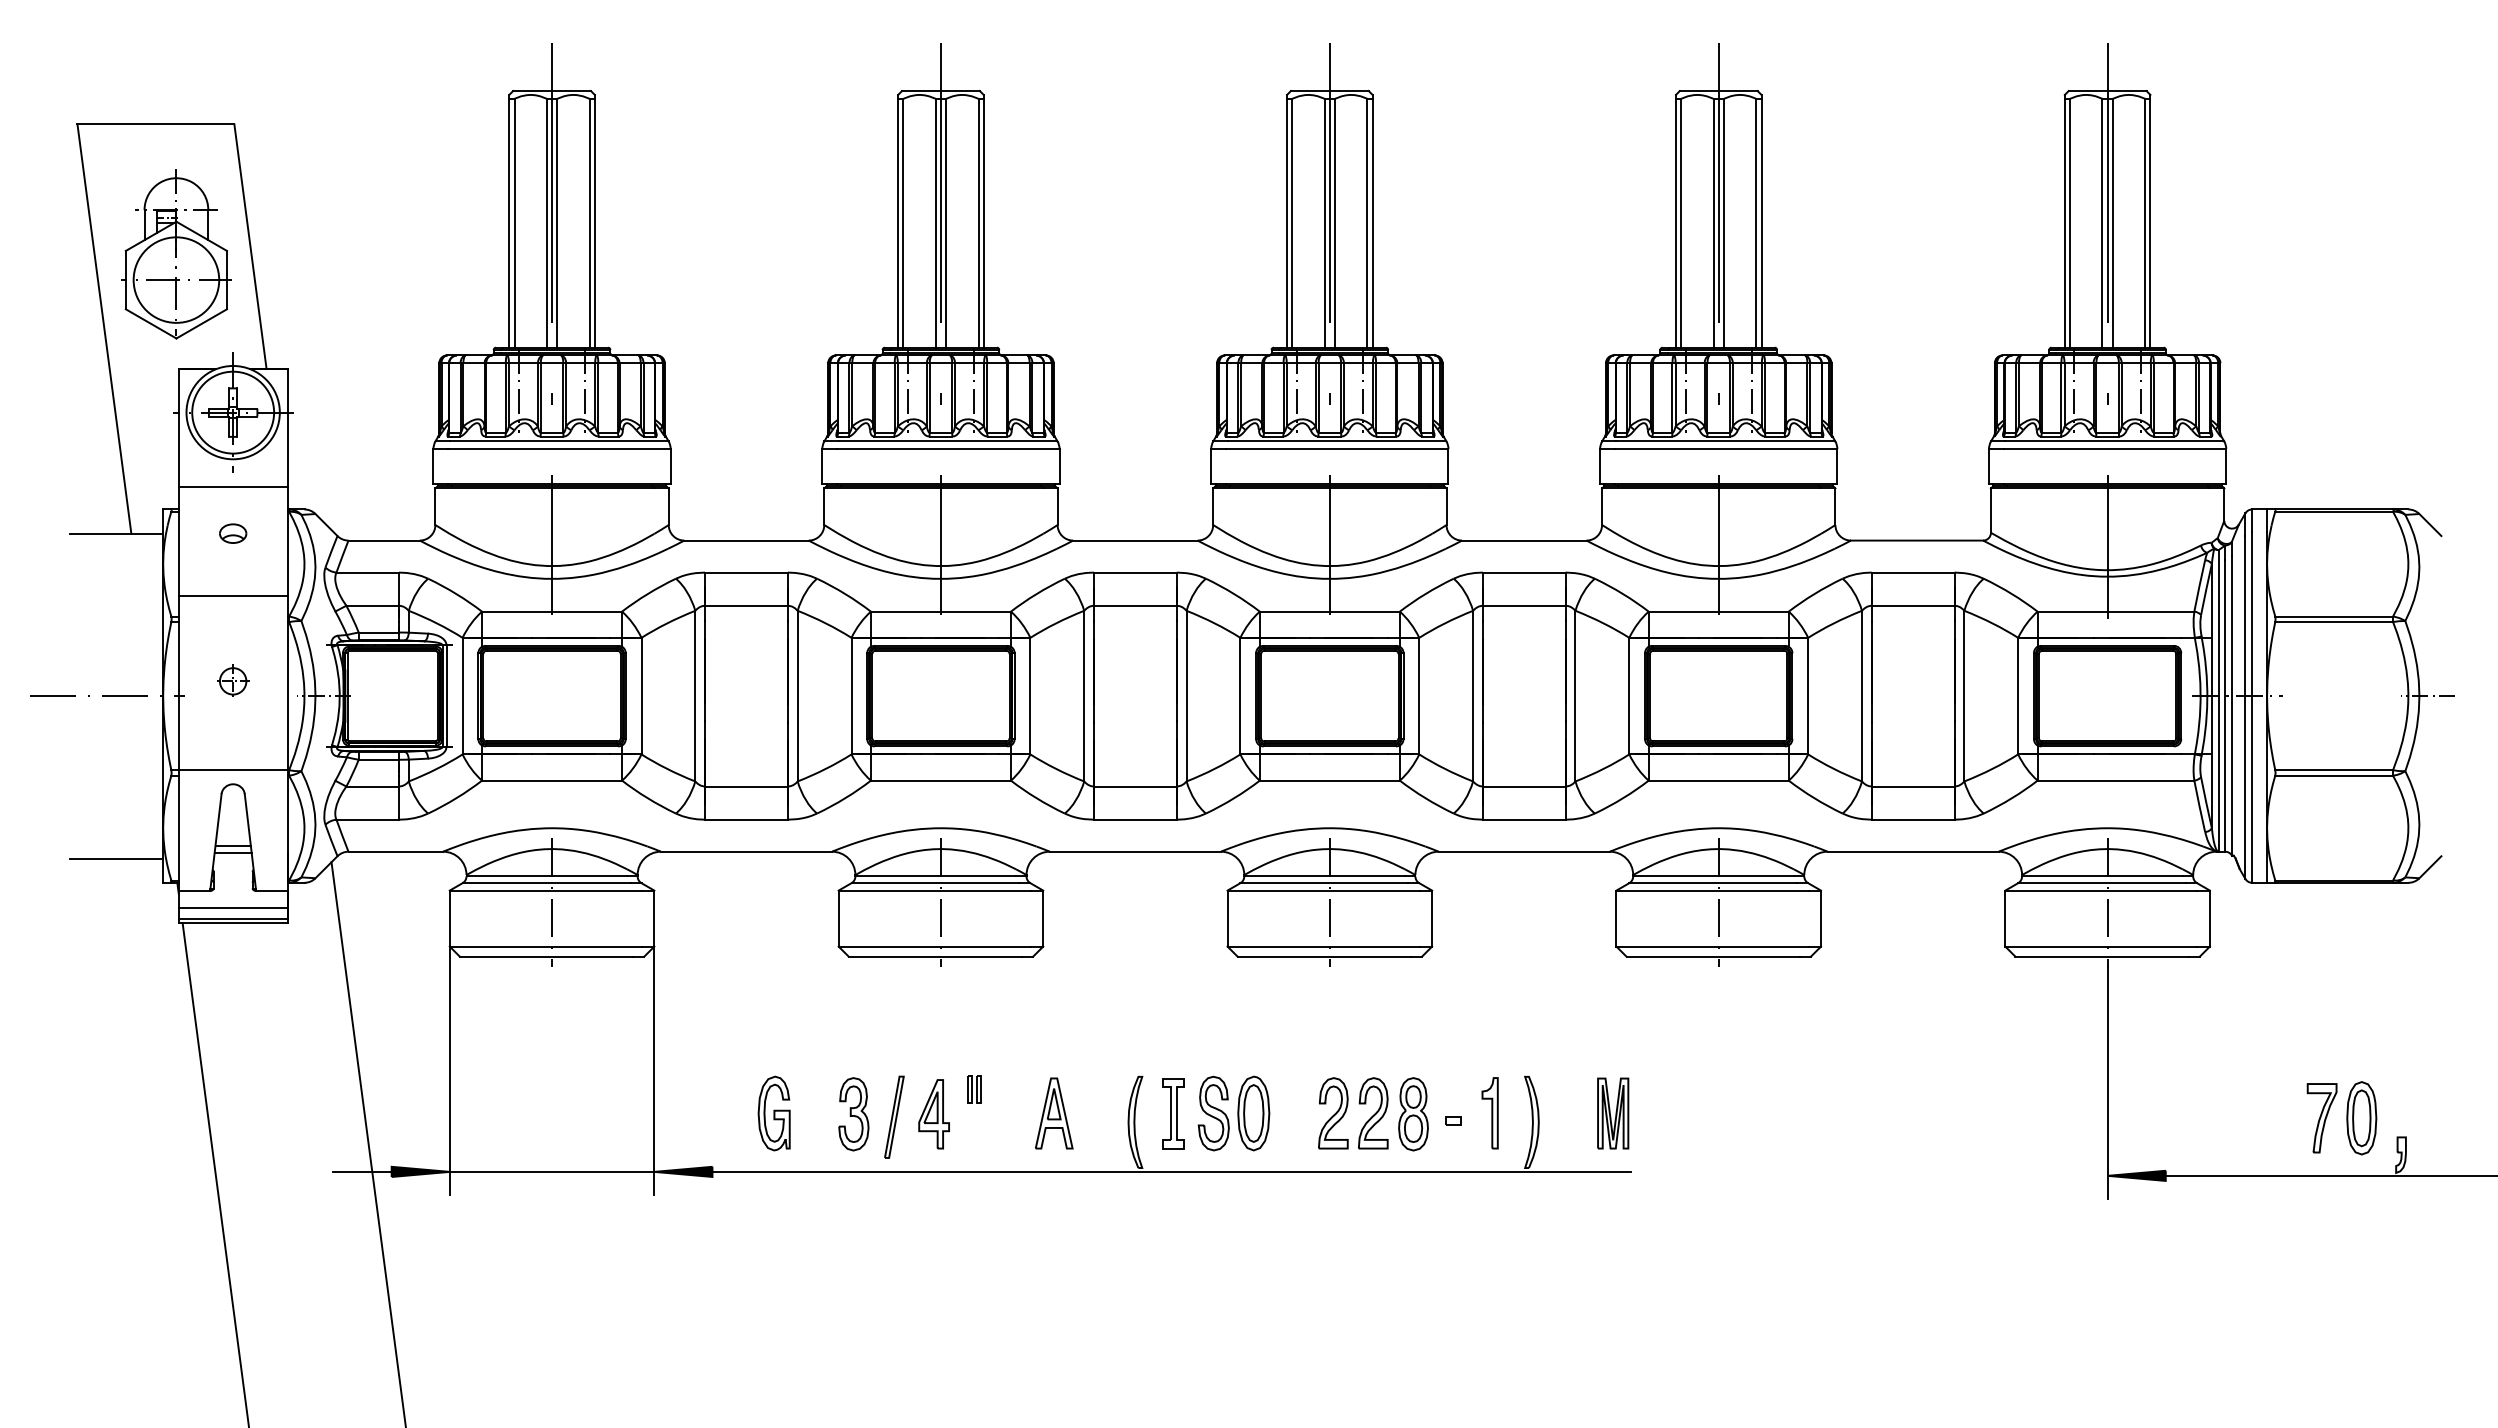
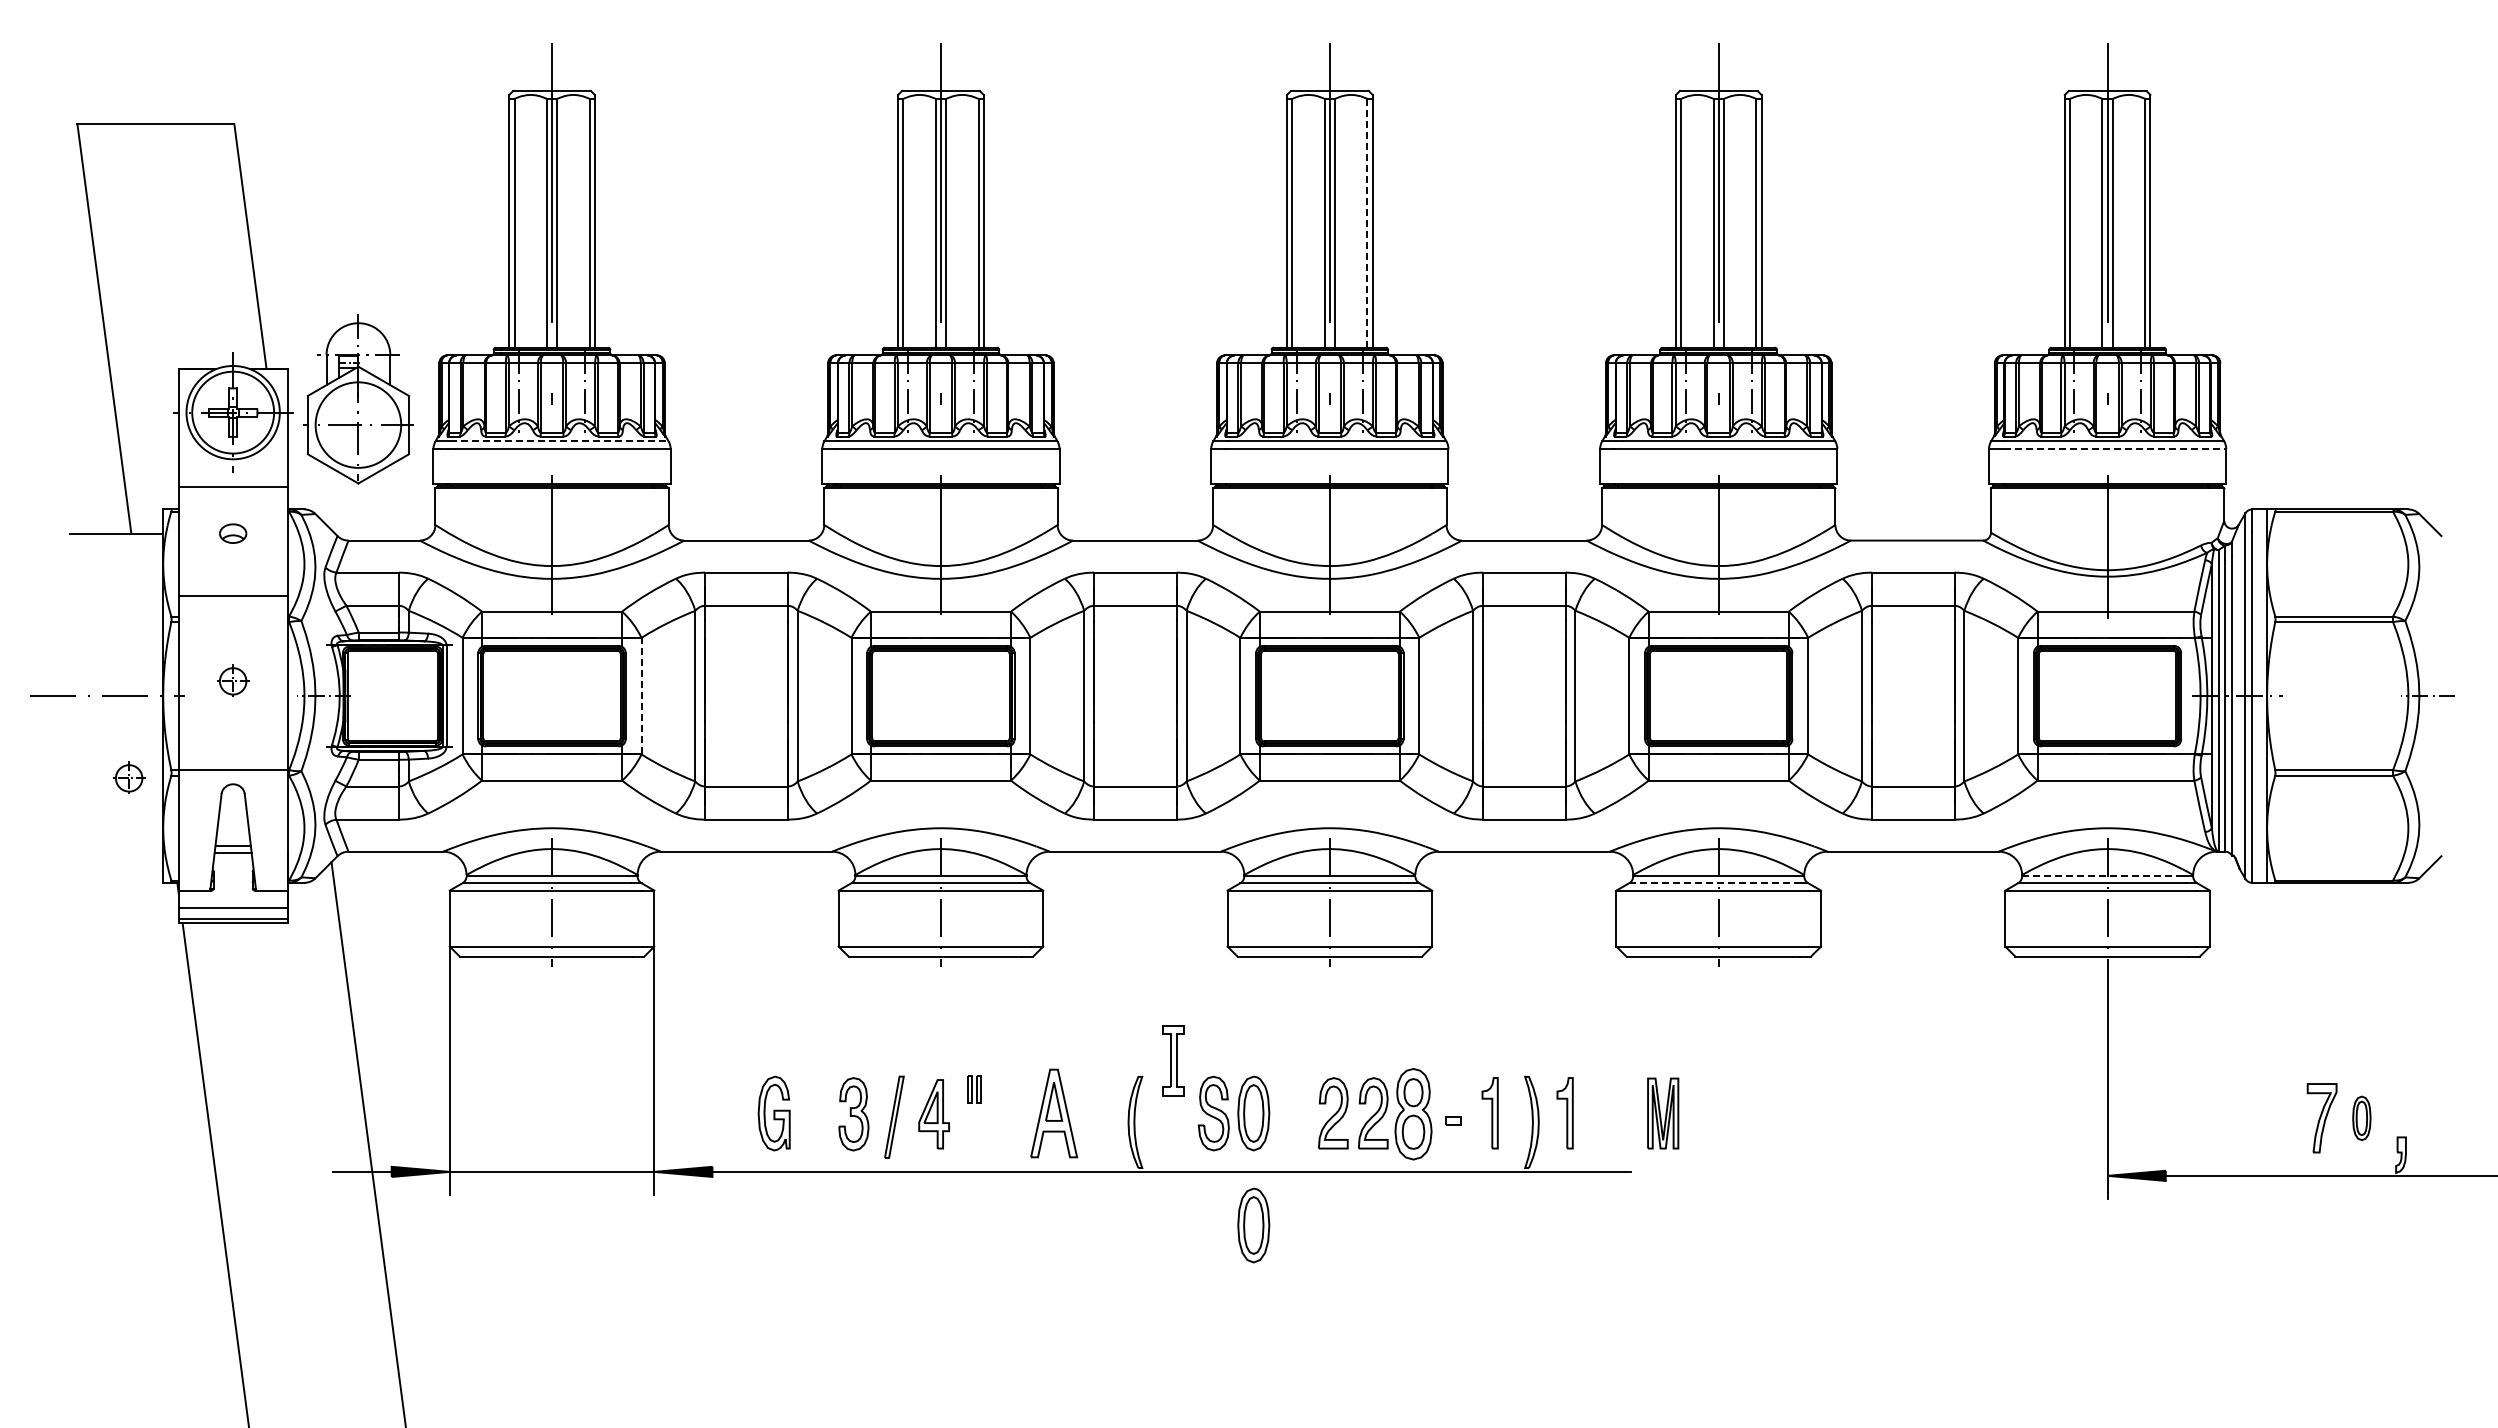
line at (1367, 222): solid -> dashed
part at (176, 254) position: (176, 254) -> (358, 399)
line at (559, 441): solid -> dashed
line at (2115, 449): solid -> dashed
line at (641, 695): solid -> dashed
part at (129, 777): none -> present
line at (116, 858): present -> none
line at (2102, 876): solid -> dashed
line at (1713, 883): solid -> dashed
part at (1054, 1113) size: 39x73 px -> 49x91 px
part at (1173, 1113) position: (1173, 1113) -> (1173, 1060)
part at (1564, 1113): none -> present
part at (1613, 1113) position: (1613, 1113) -> (1663, 1113)
part at (1413, 1114) size: 31x75 px -> 39x93 px
part at (2361, 1118) size: 32x75 px -> 20x46 px
part at (1253, 1225): none -> present
